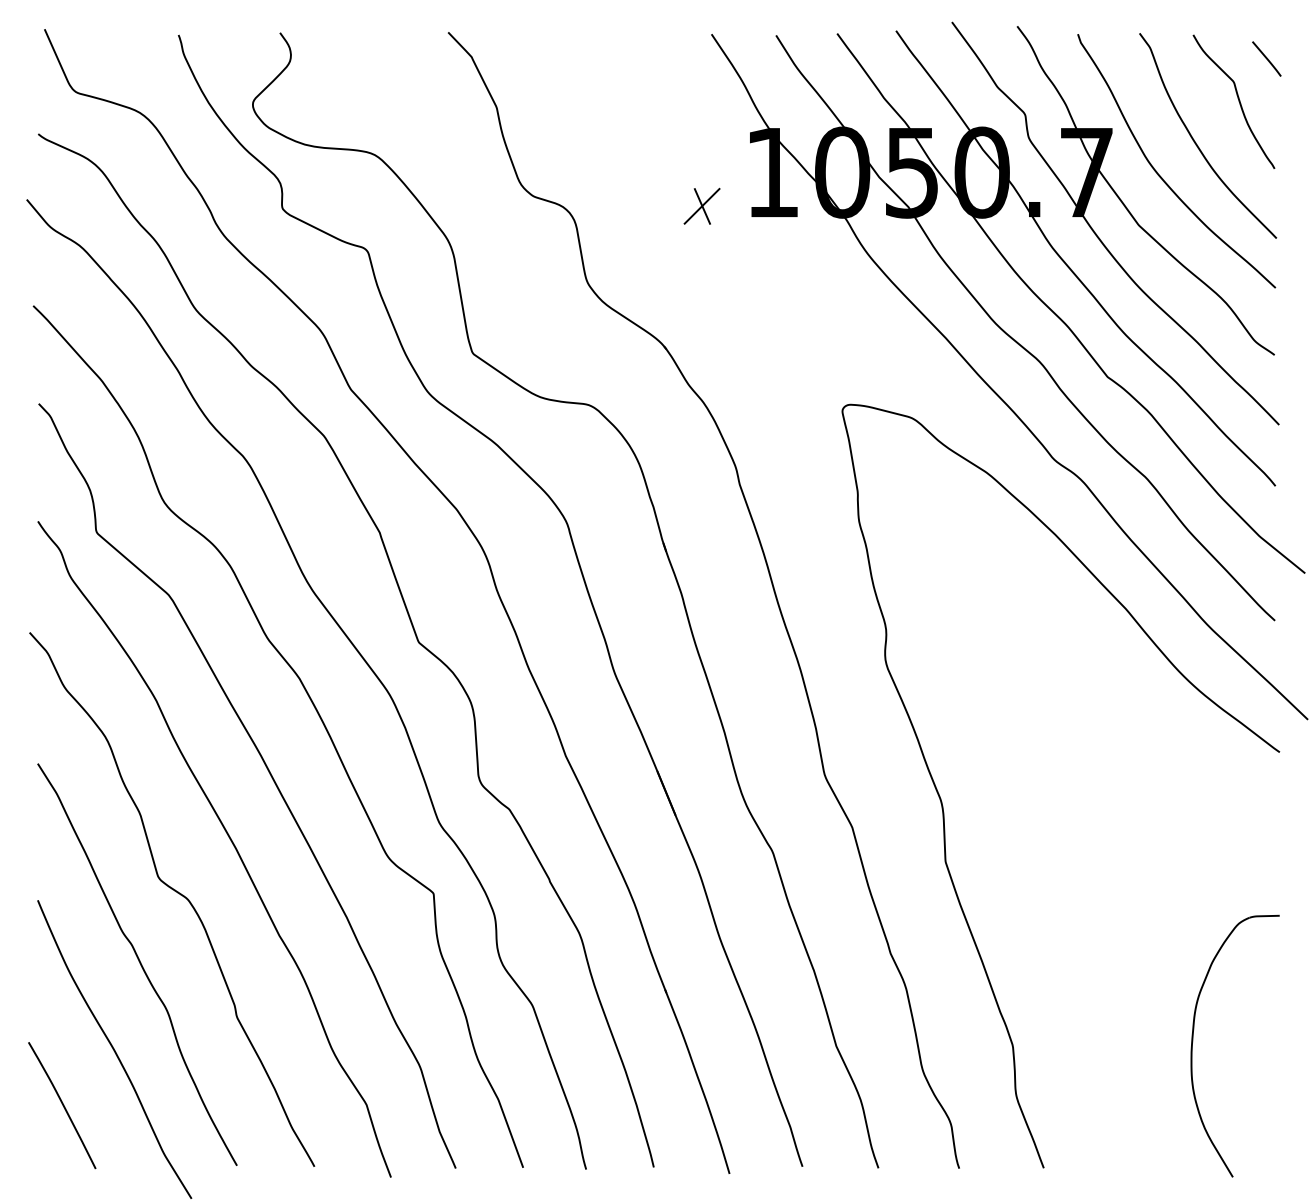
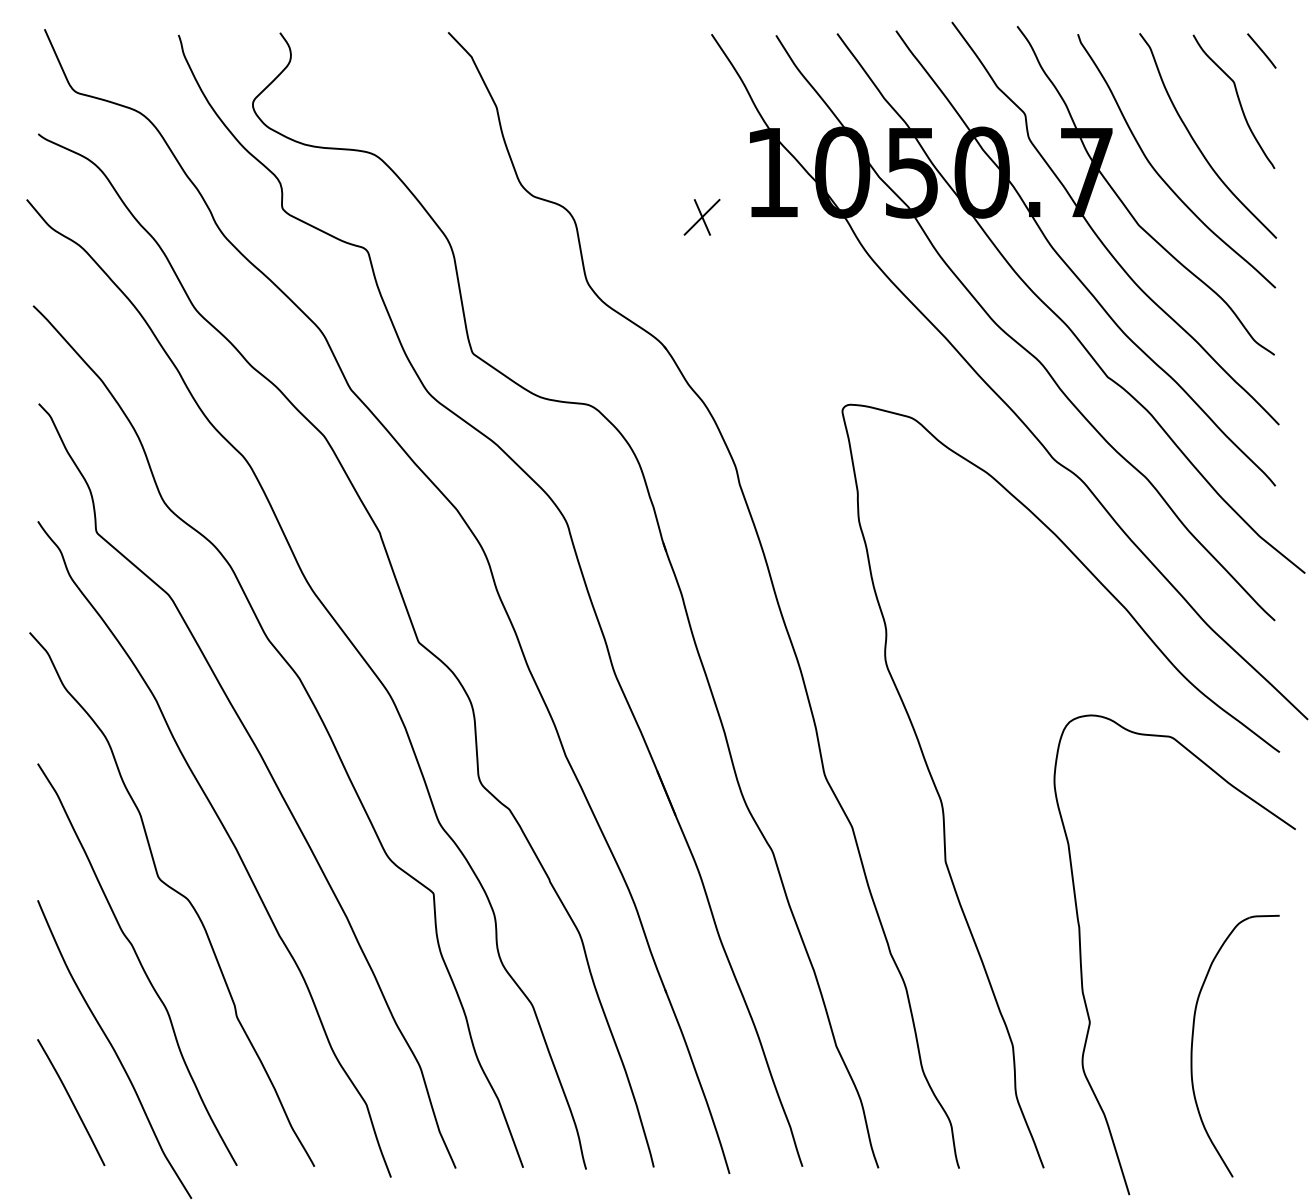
line at (1266, 58) position: (1266, 58) -> (1261, 50)
part at (701, 205) position: (701, 205) -> (701, 216)
curve at (1081, 954): none -> present
curve at (62, 1105) position: (62, 1105) -> (71, 1102)
